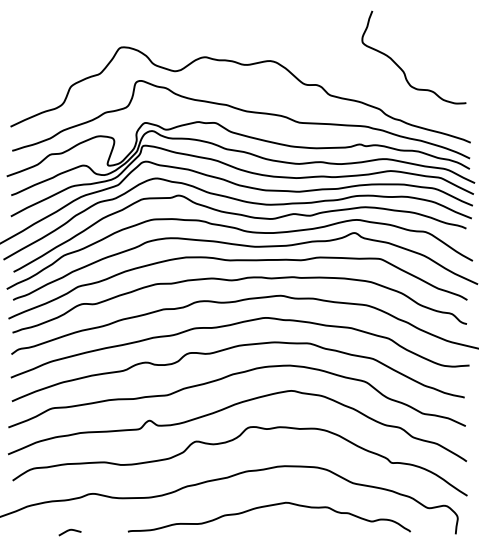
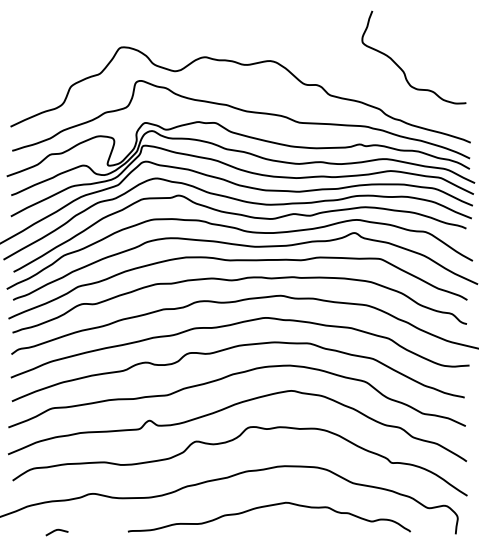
curve at (68, 531) position: (68, 531) -> (55, 531)
